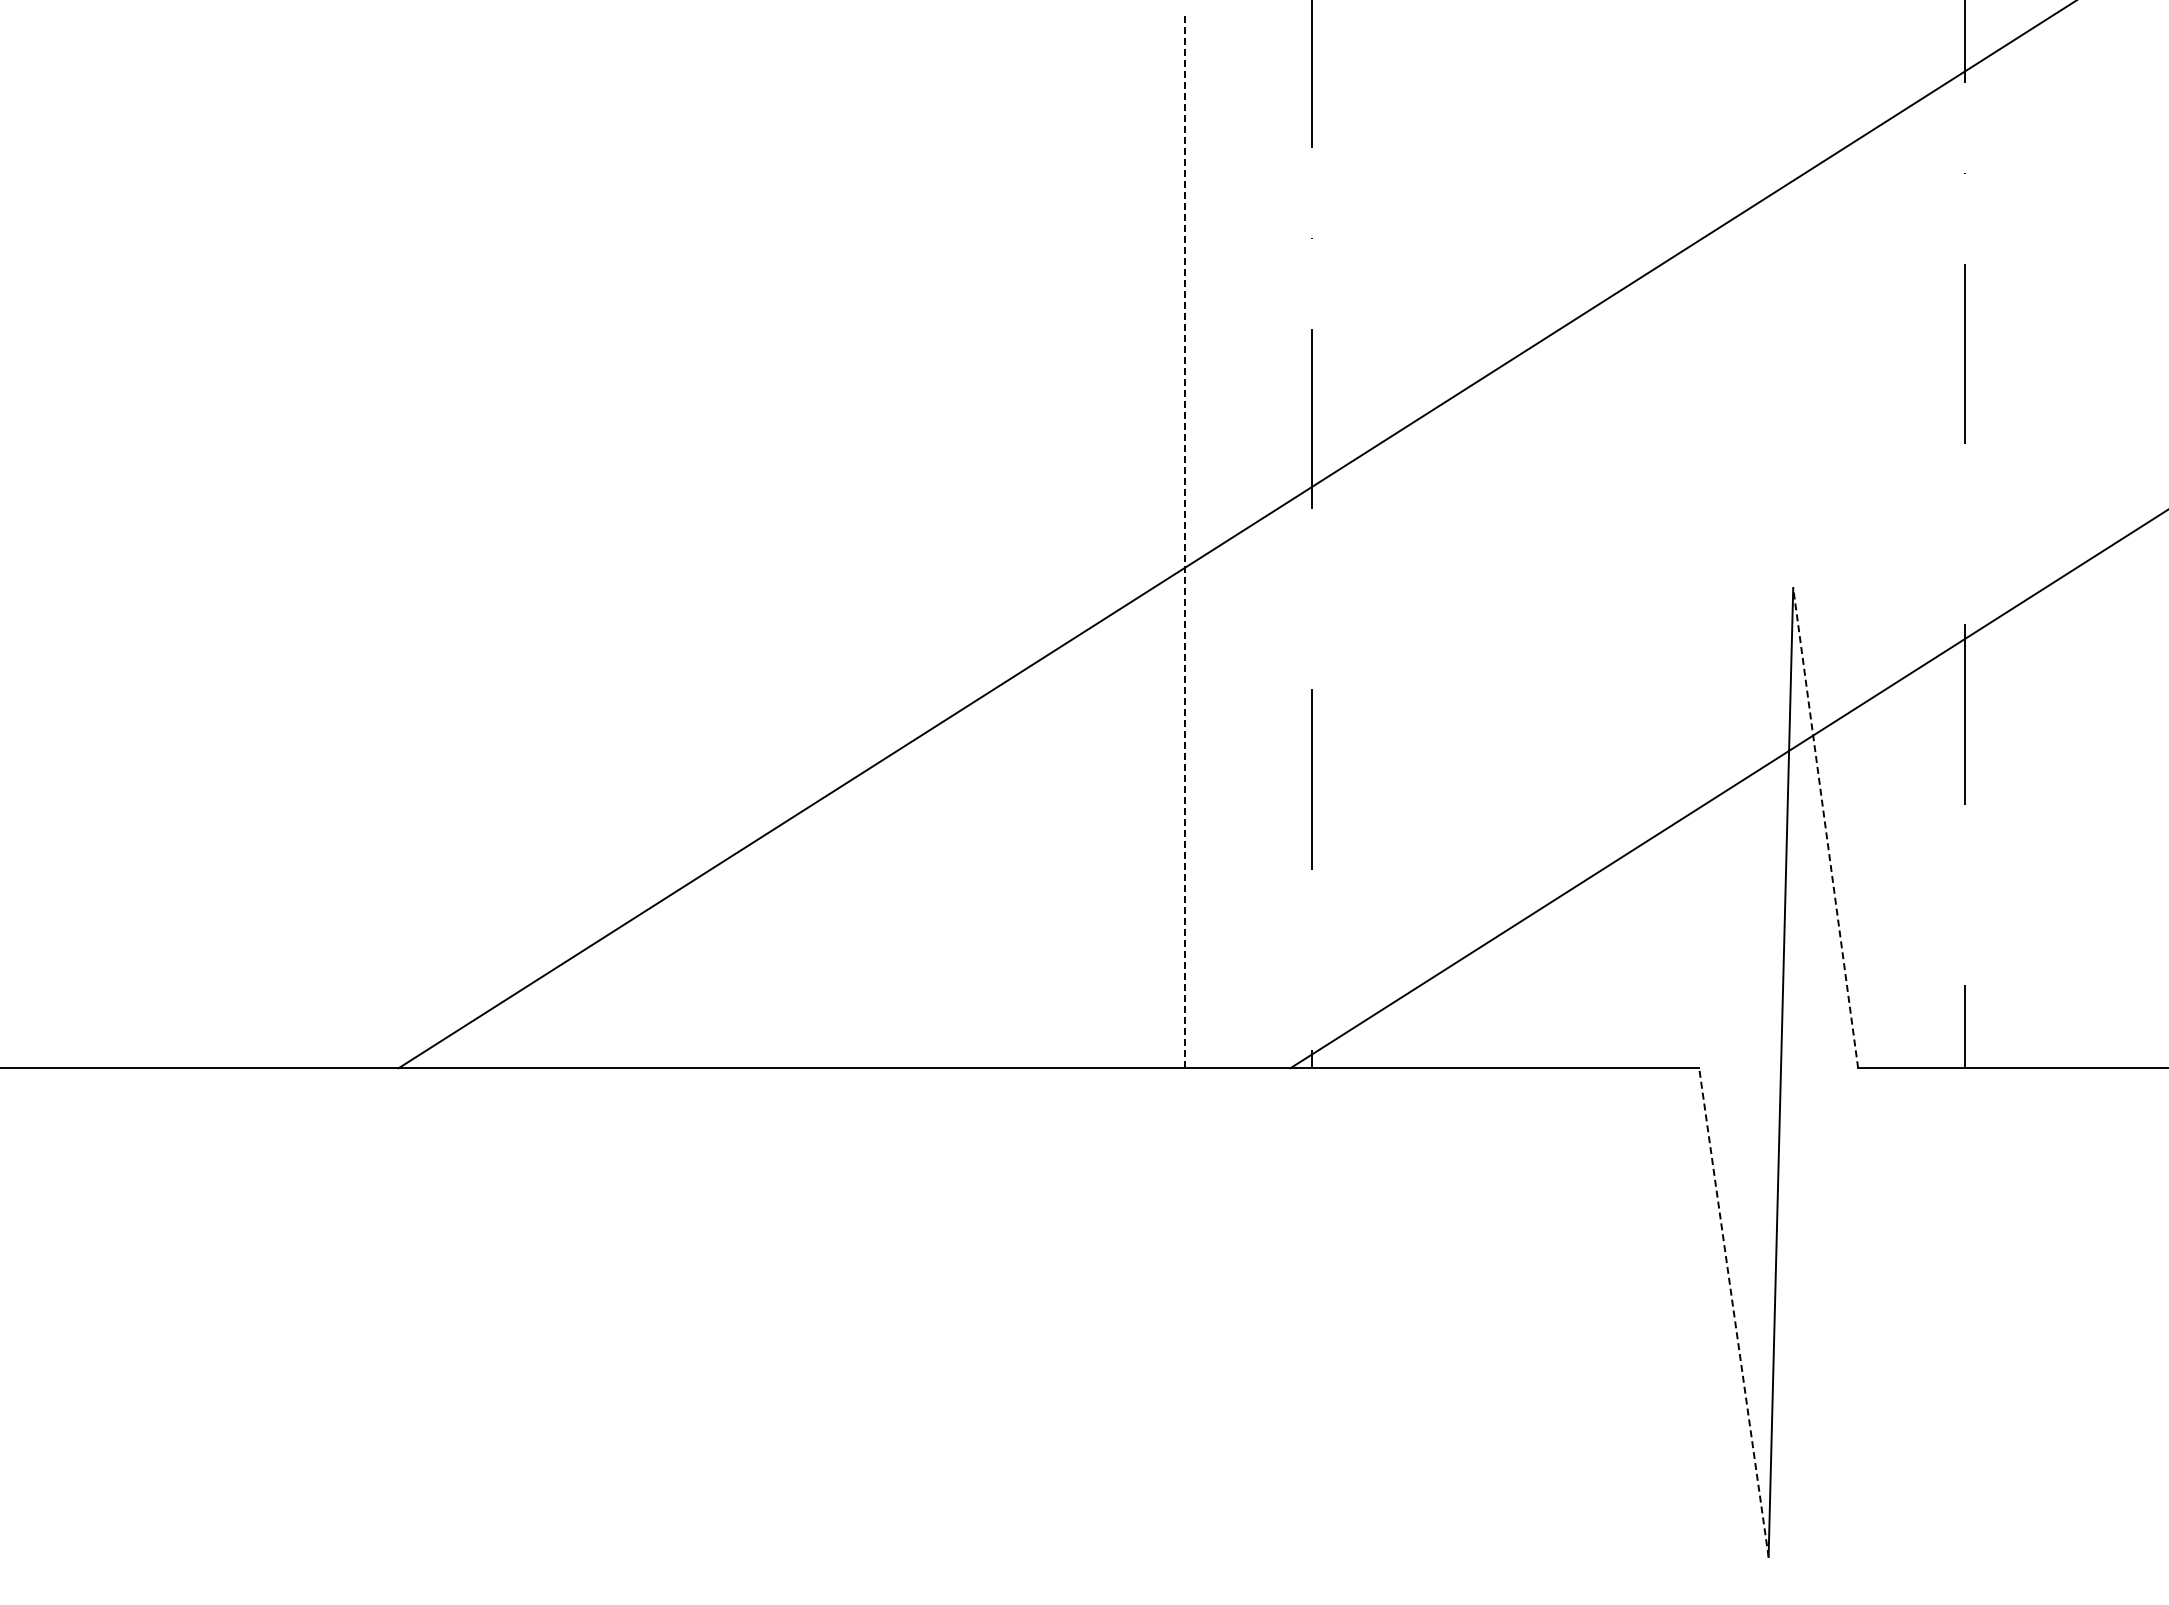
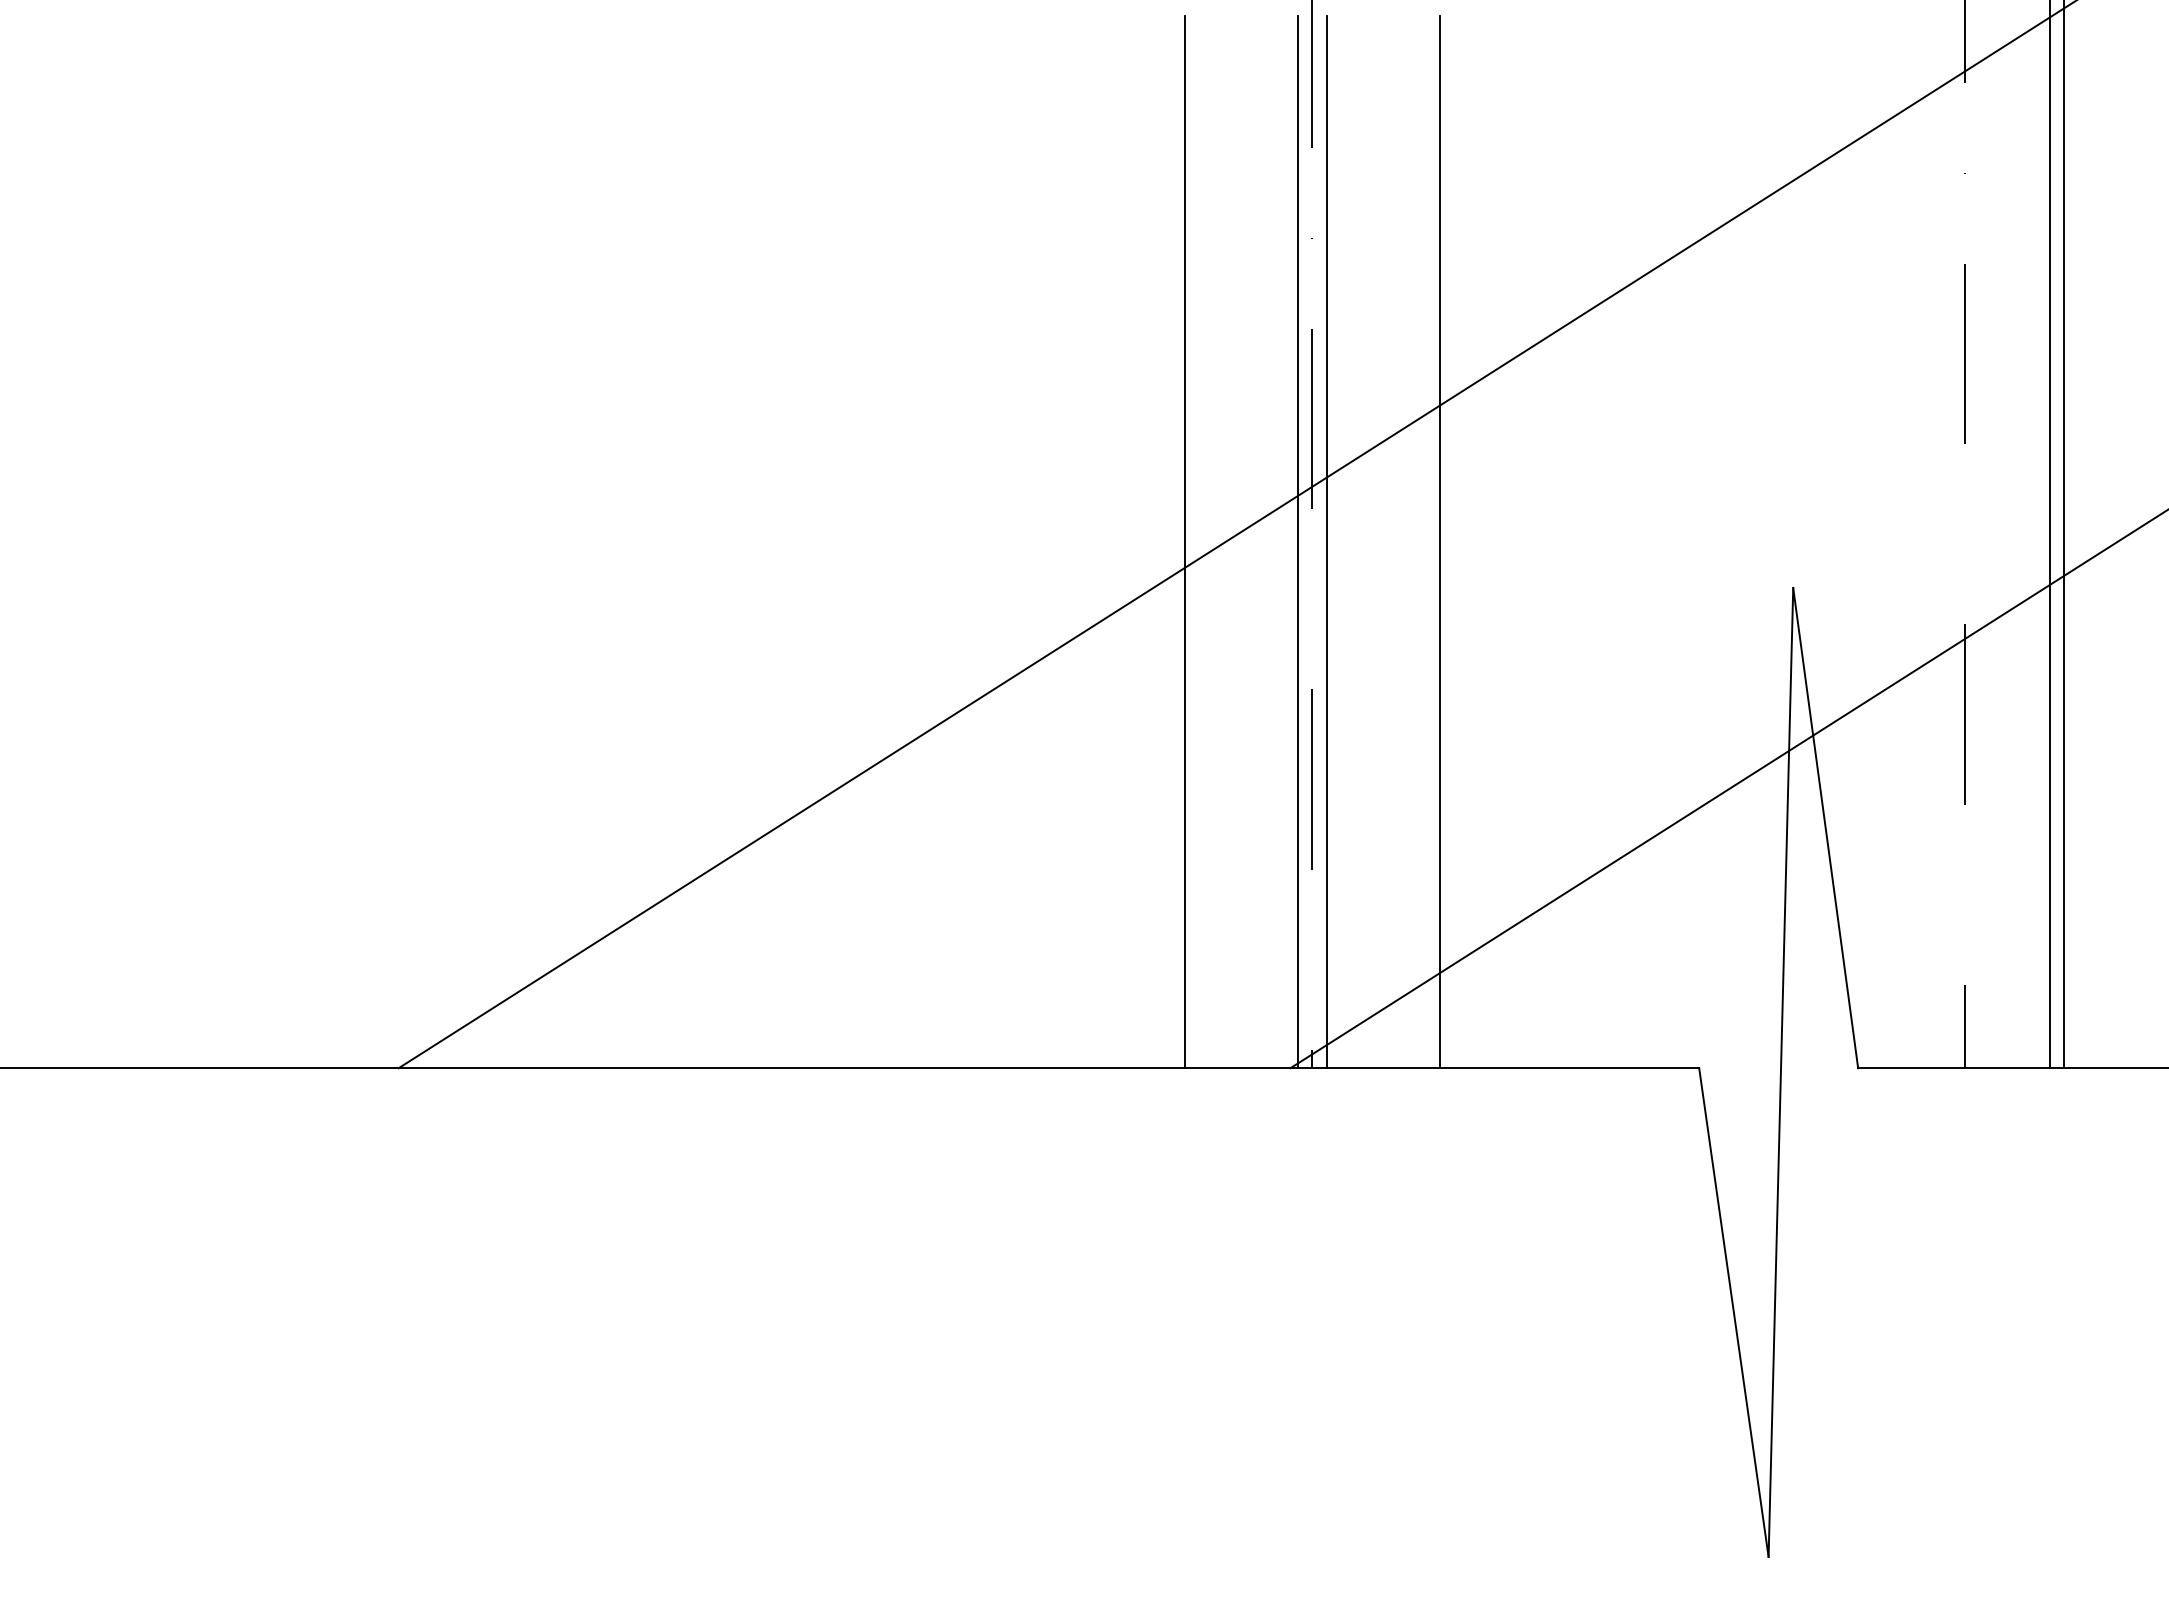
line at (2050, 535): none -> present
line at (2064, 535): none -> present
line at (1298, 541): none -> present
line at (1326, 541): none -> present
line at (1440, 541): none -> present
line at (1184, 542): dashed -> solid
line at (1825, 827): dashed -> solid
line at (1733, 1312): dashed -> solid
